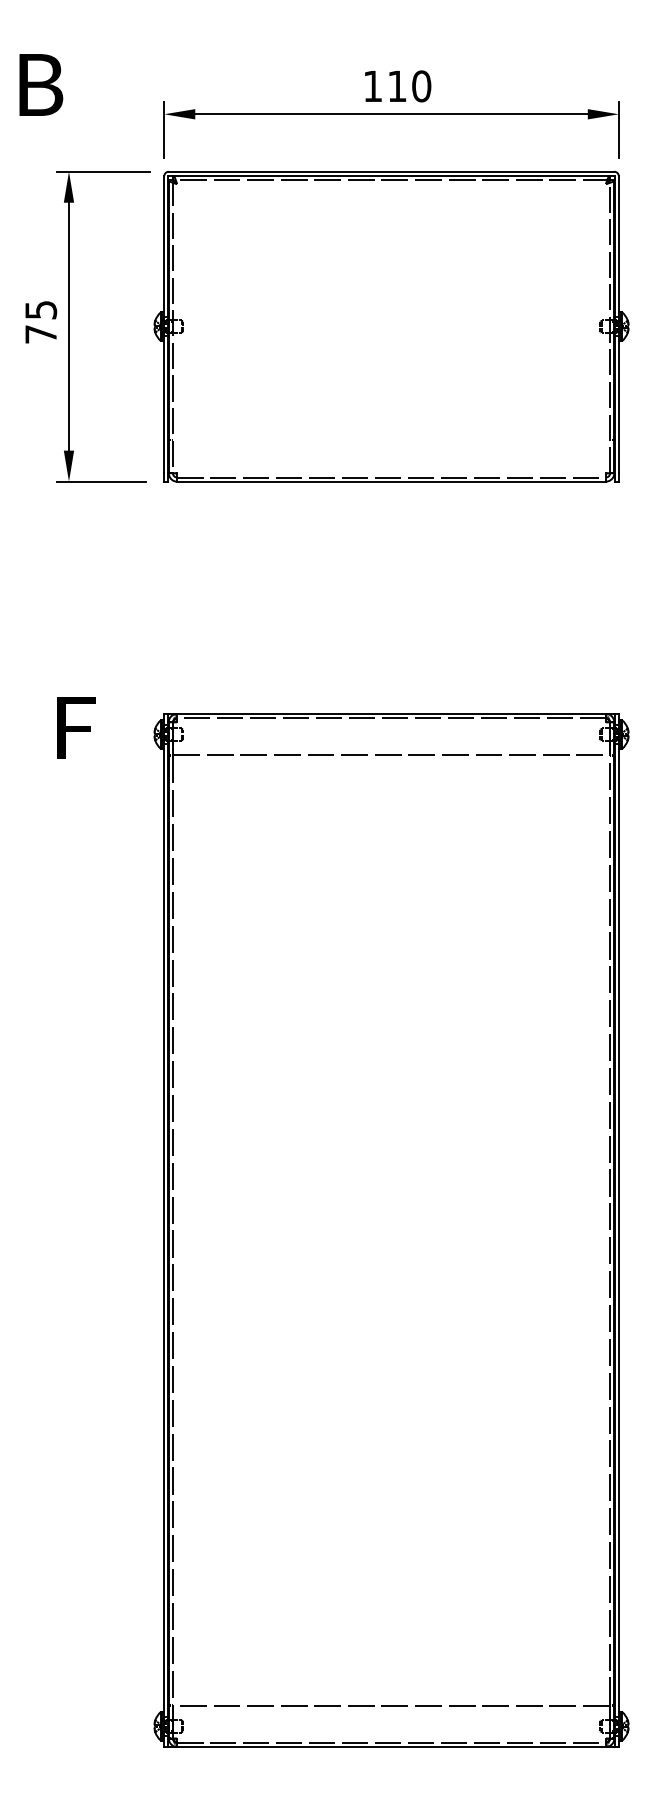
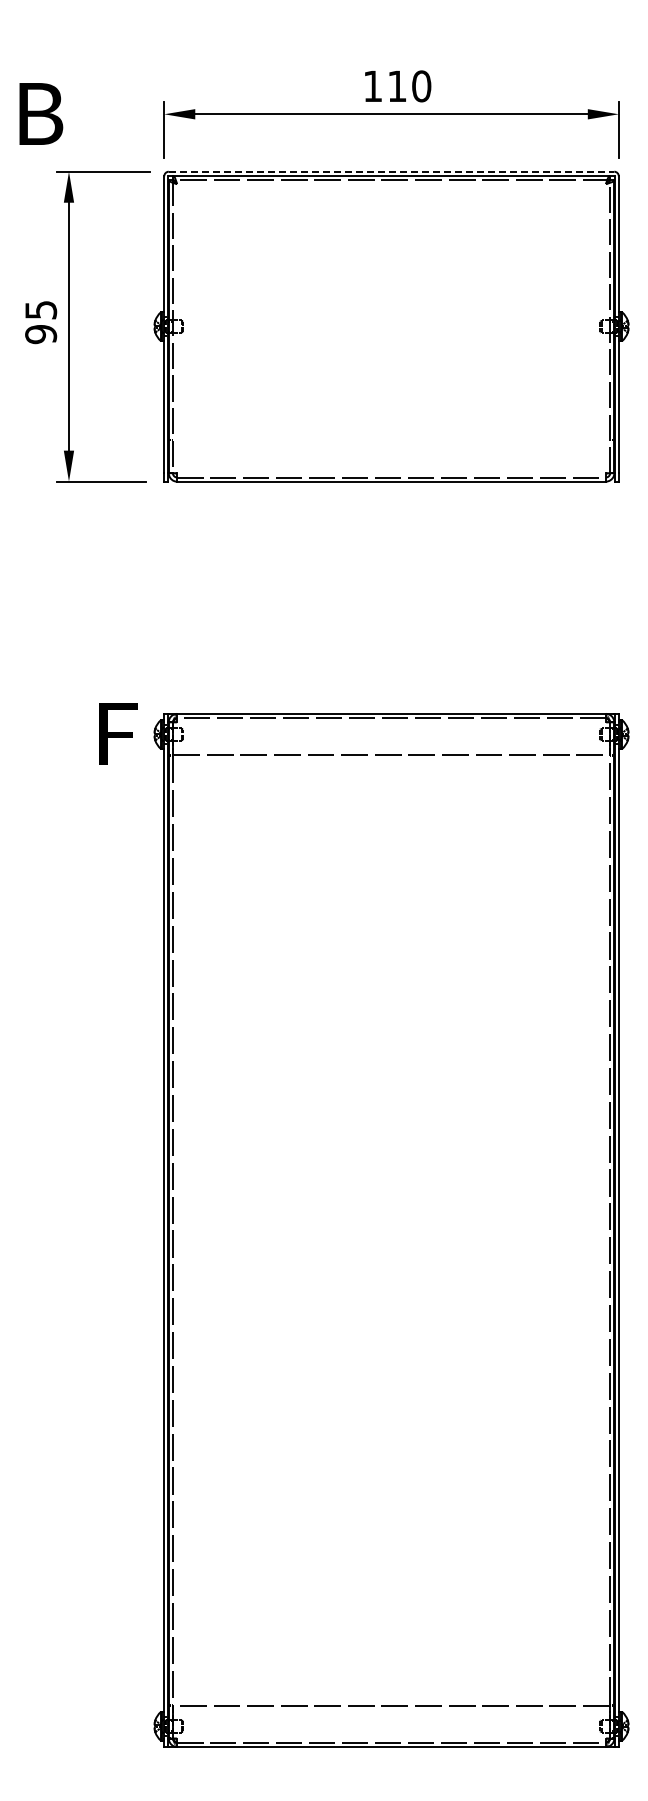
text at (41, 84) position: (41, 84) -> (41, 113)
line at (391, 171): solid -> dashed
text at (41, 334): 75 -> 95
text at (76, 727) position: (76, 727) -> (118, 733)
